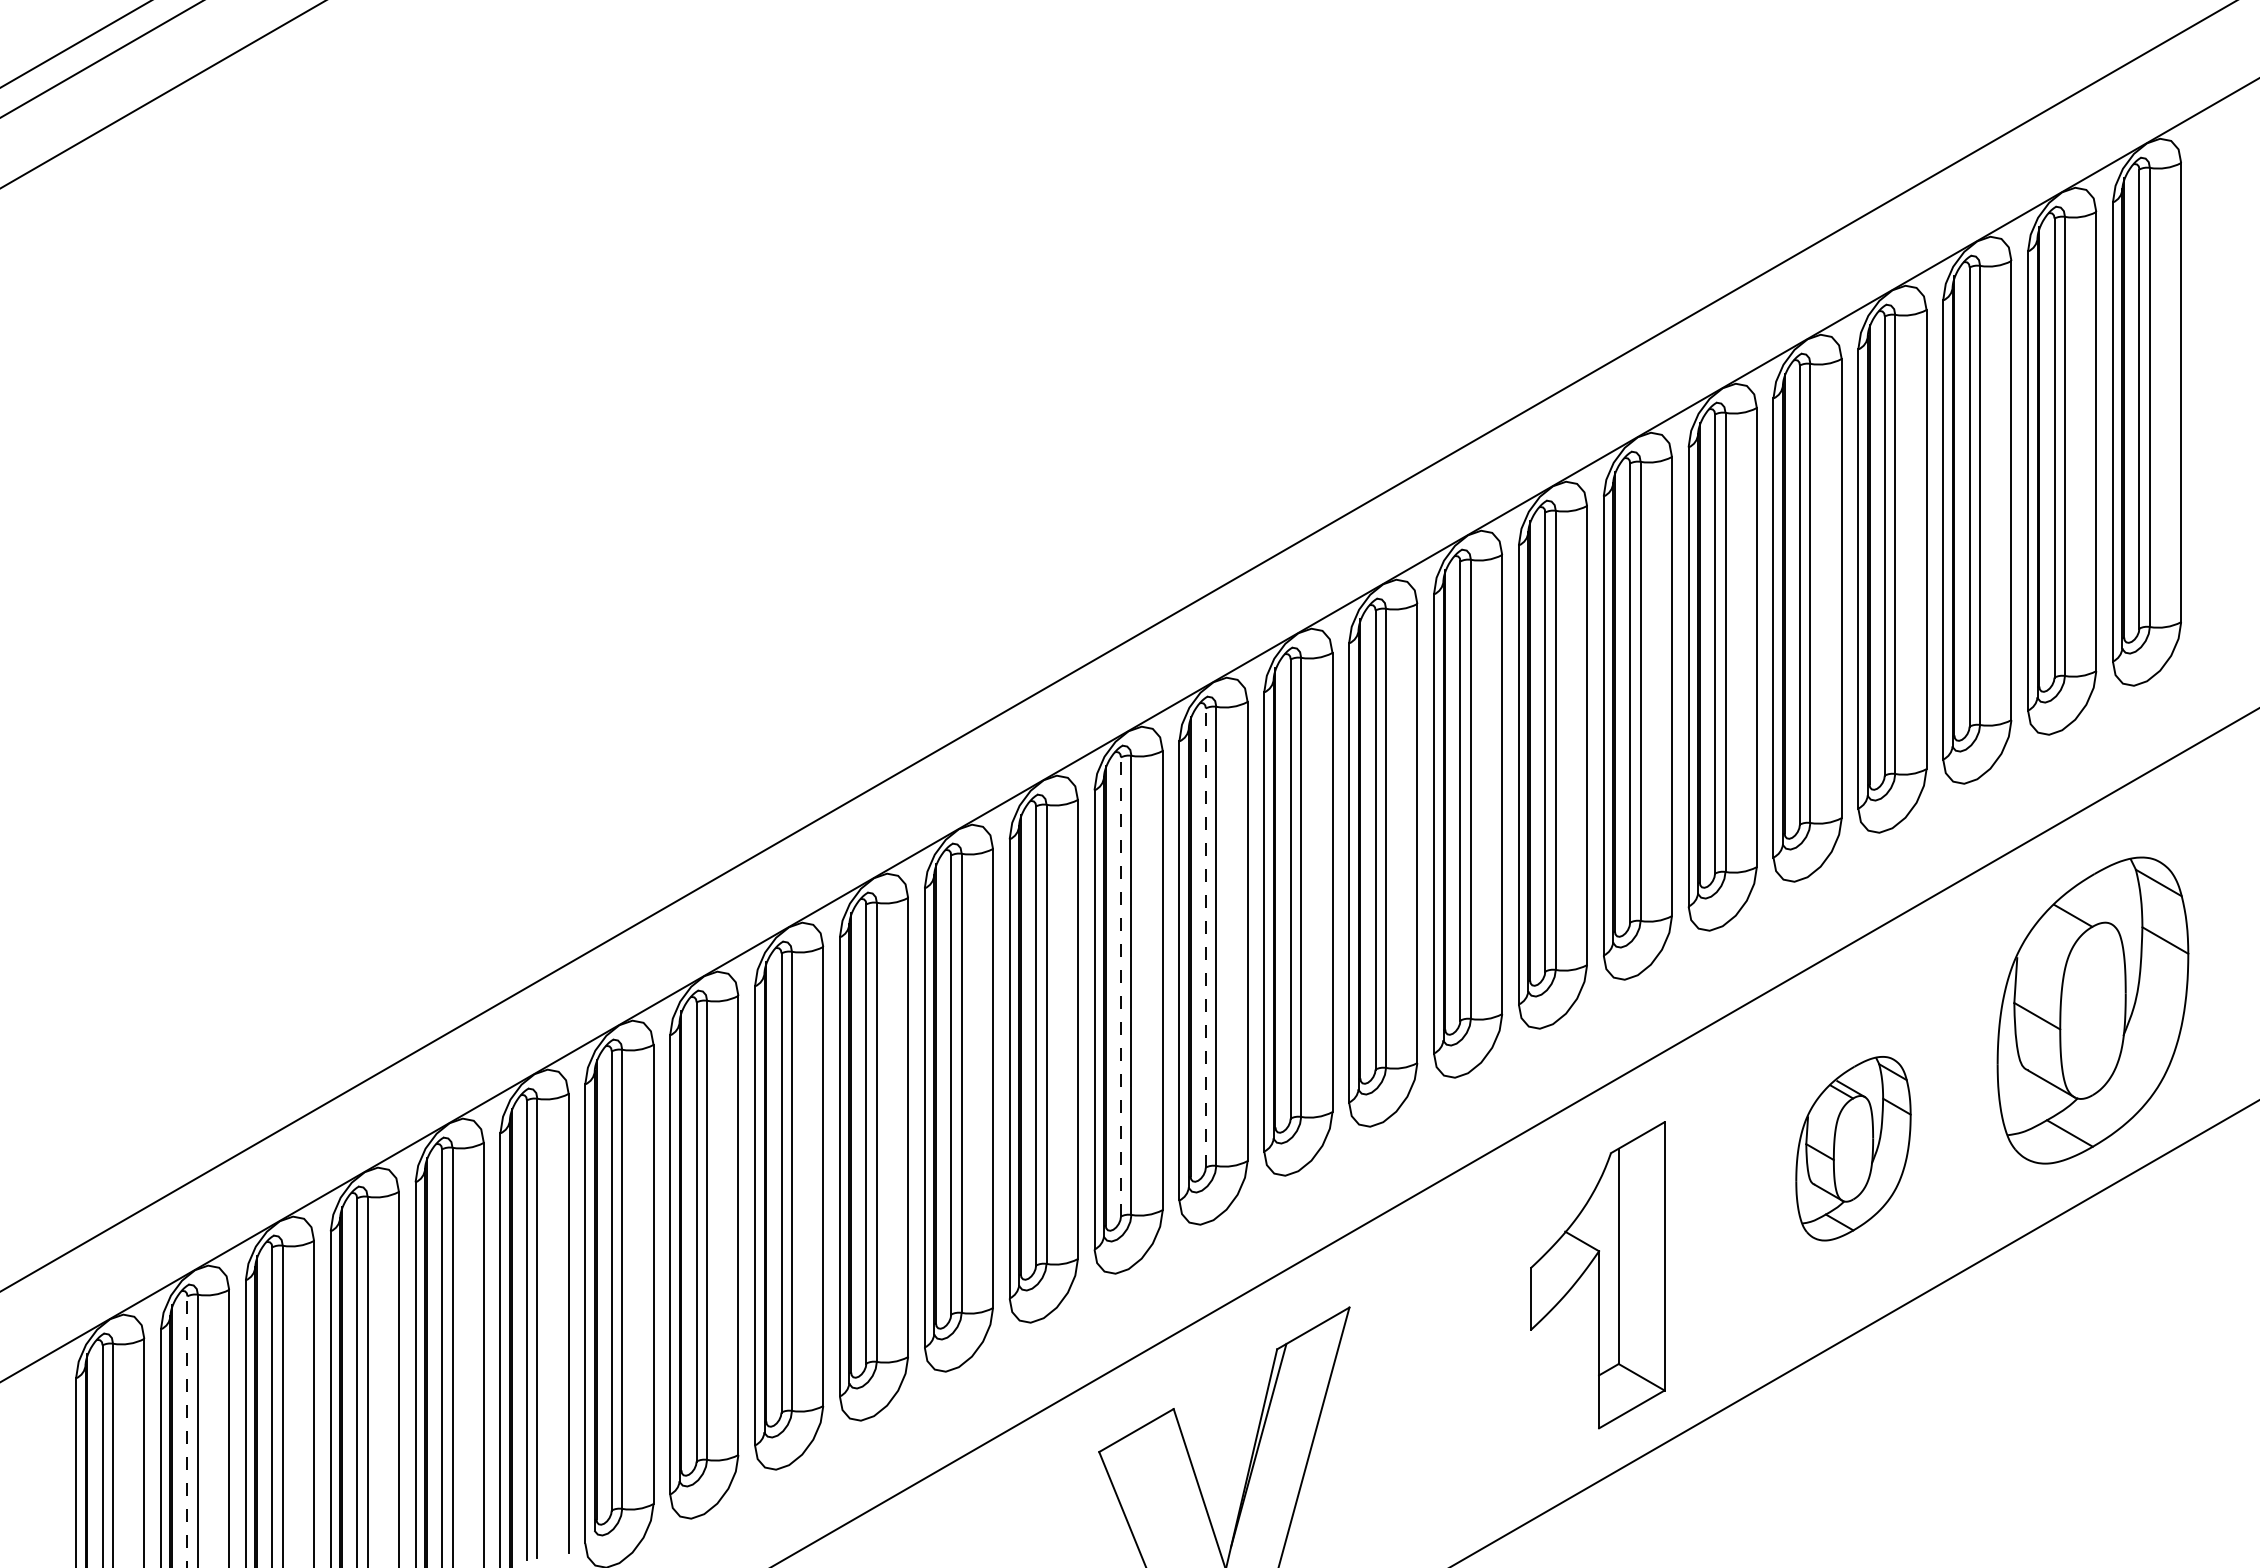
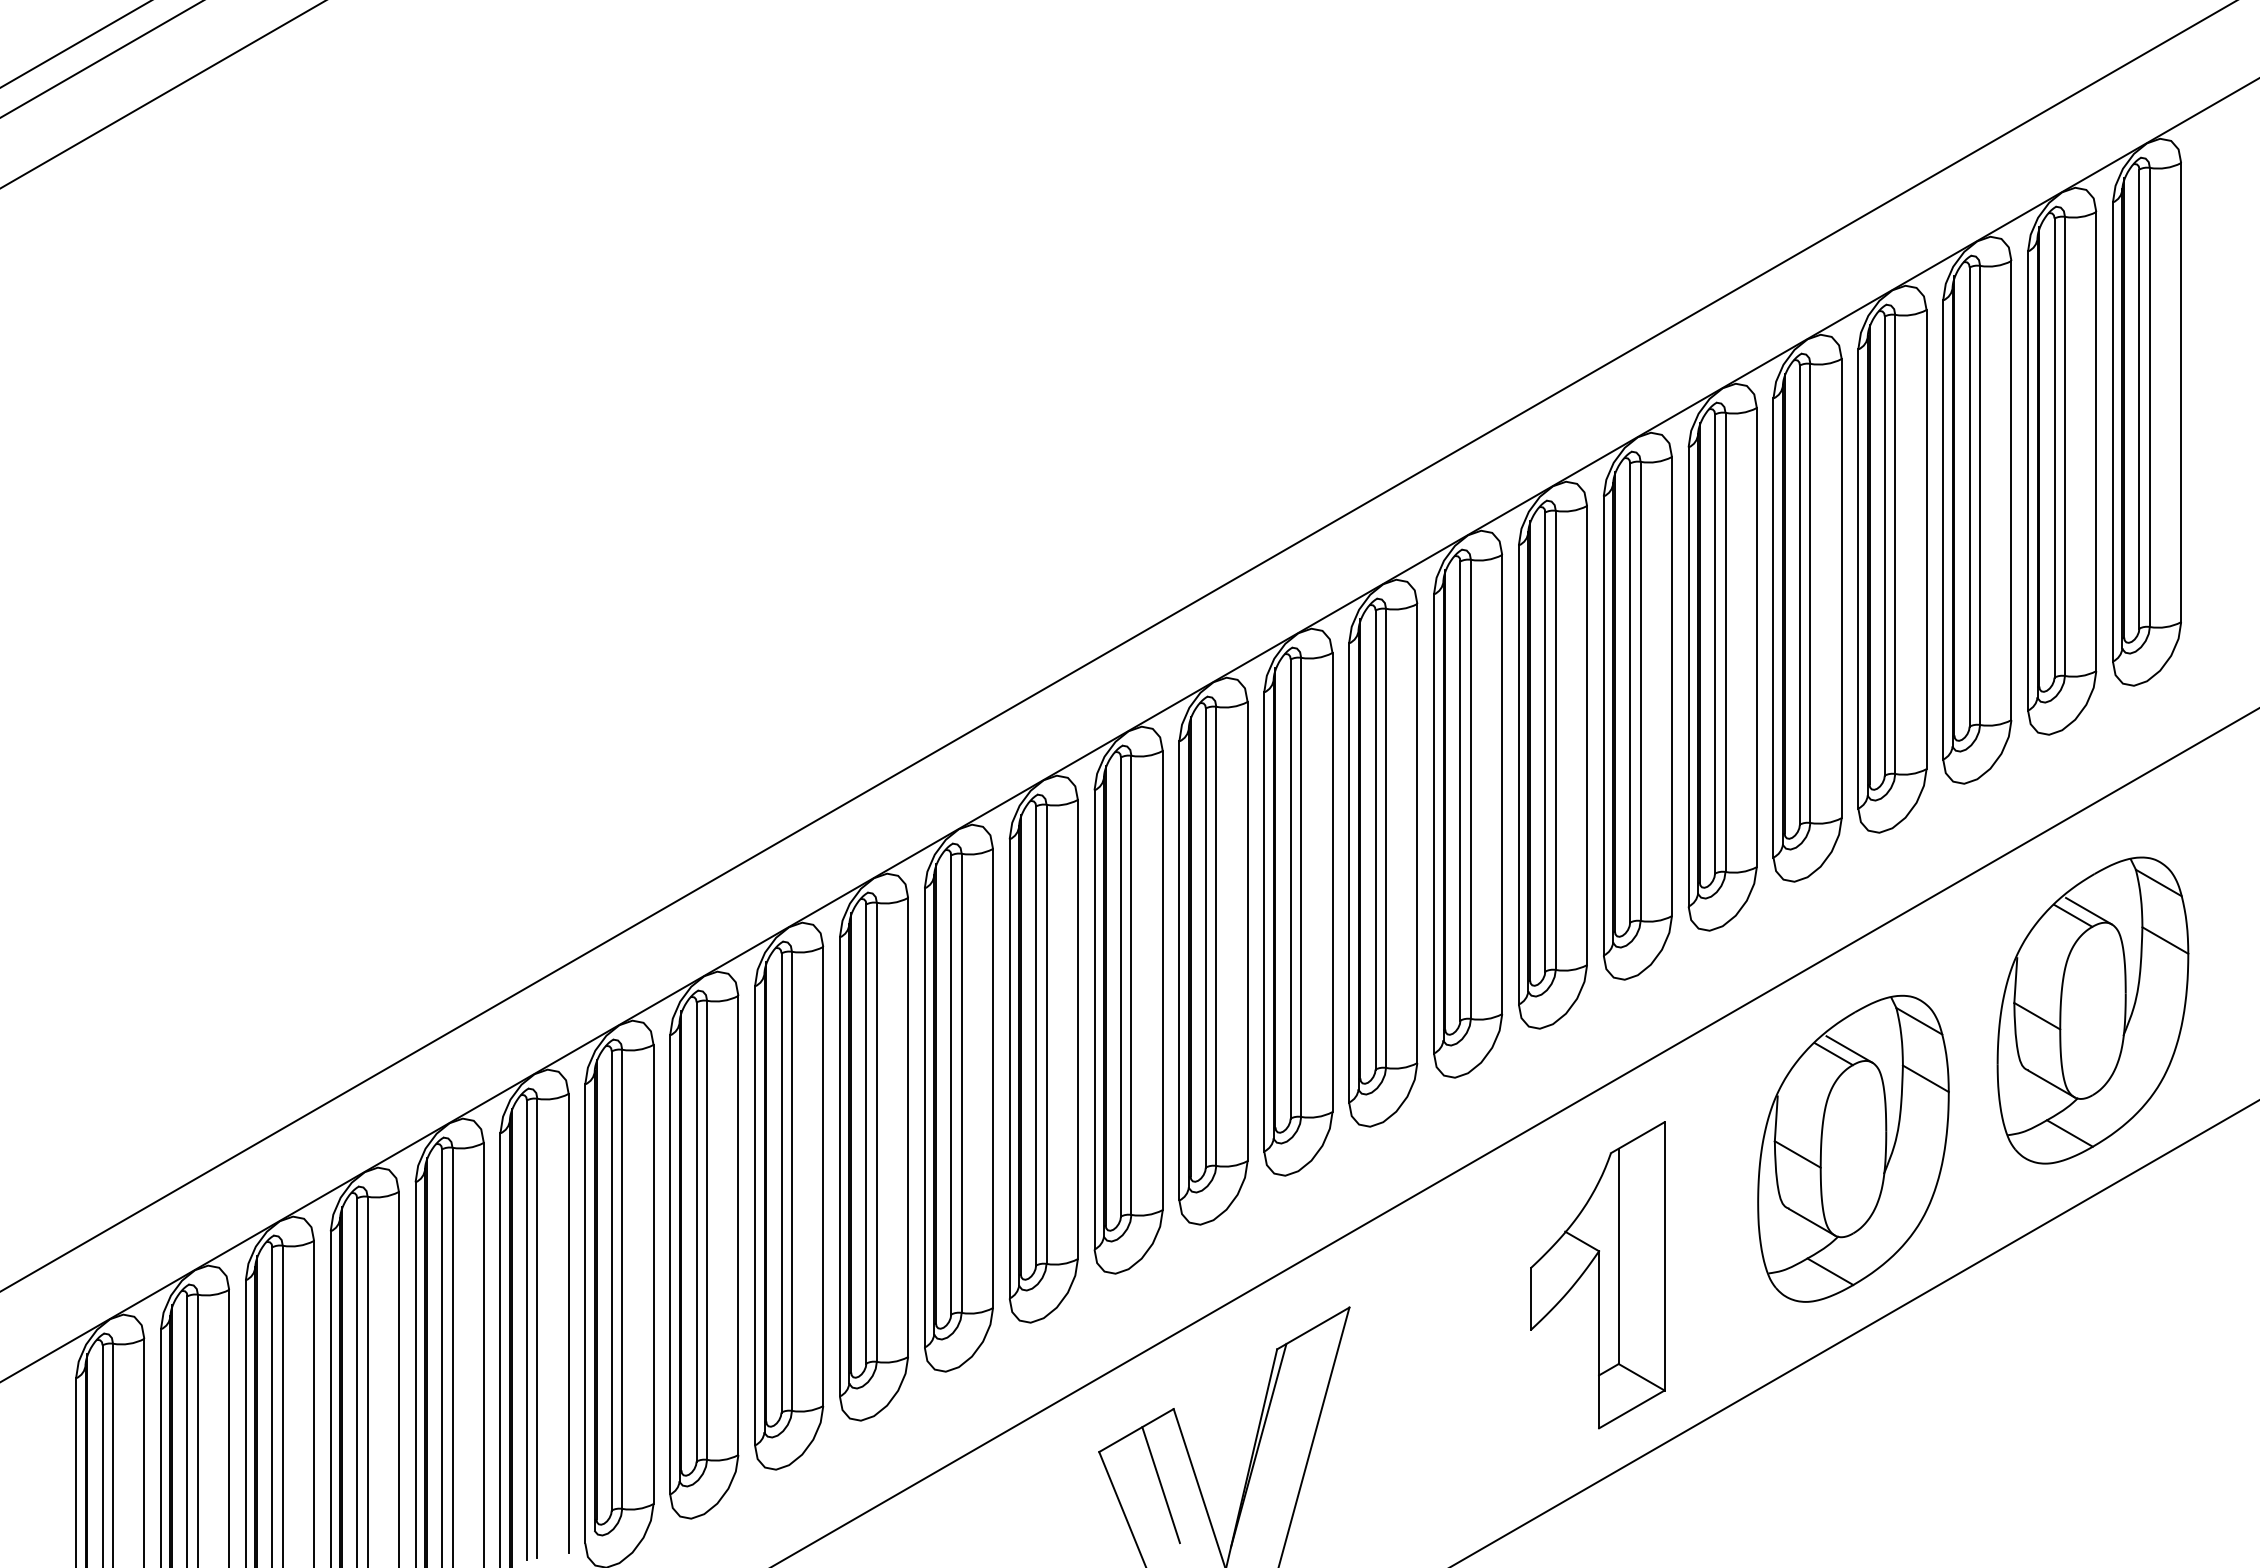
line at (2088, 910): none -> present
line at (1205, 937): dashed -> solid
line at (1121, 986): dashed -> solid
part at (1853, 1148) size: 117x186 px -> 193x309 px
line at (187, 1432): dashed -> solid
line at (1160, 1485): none -> present
